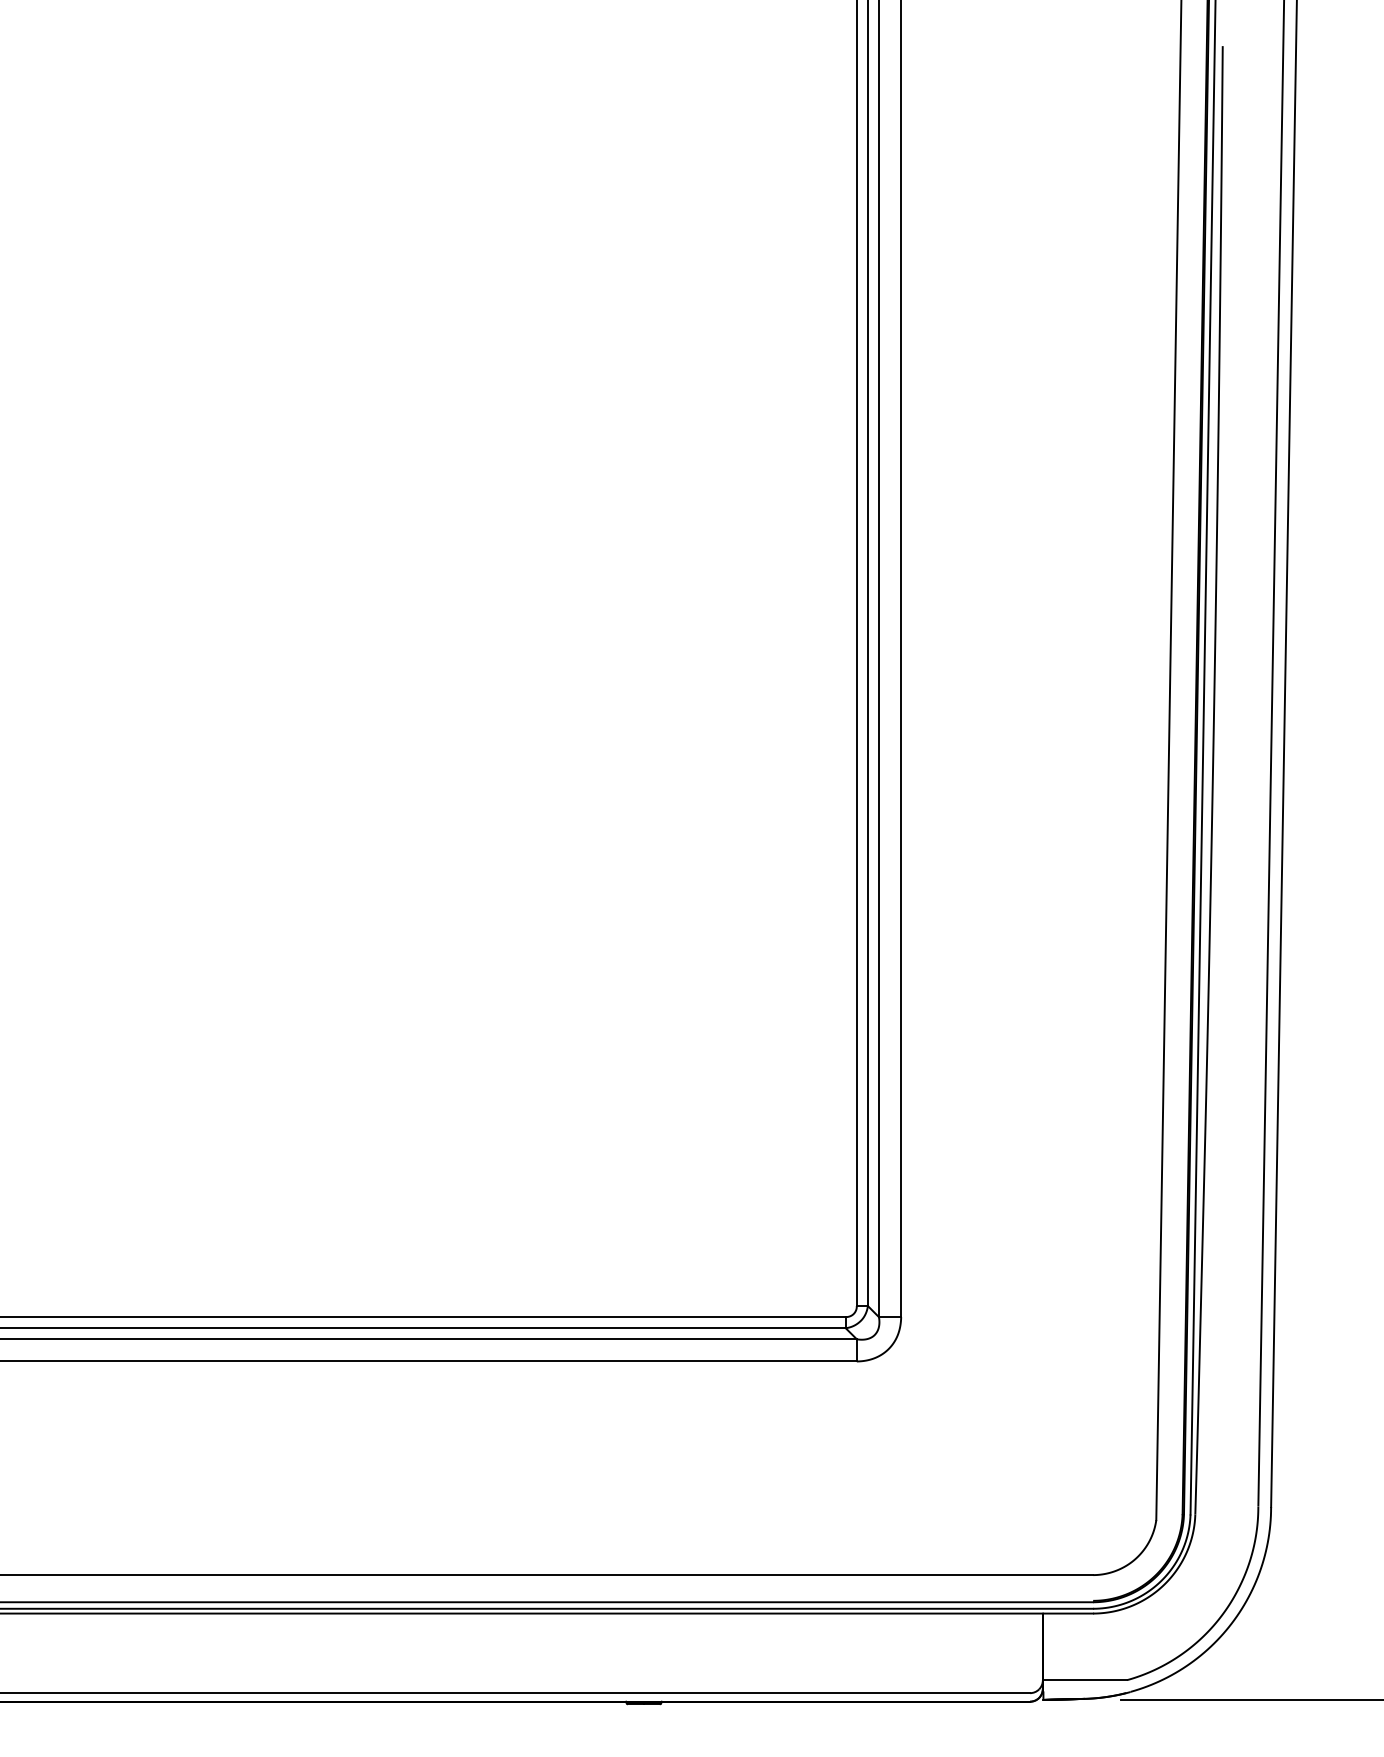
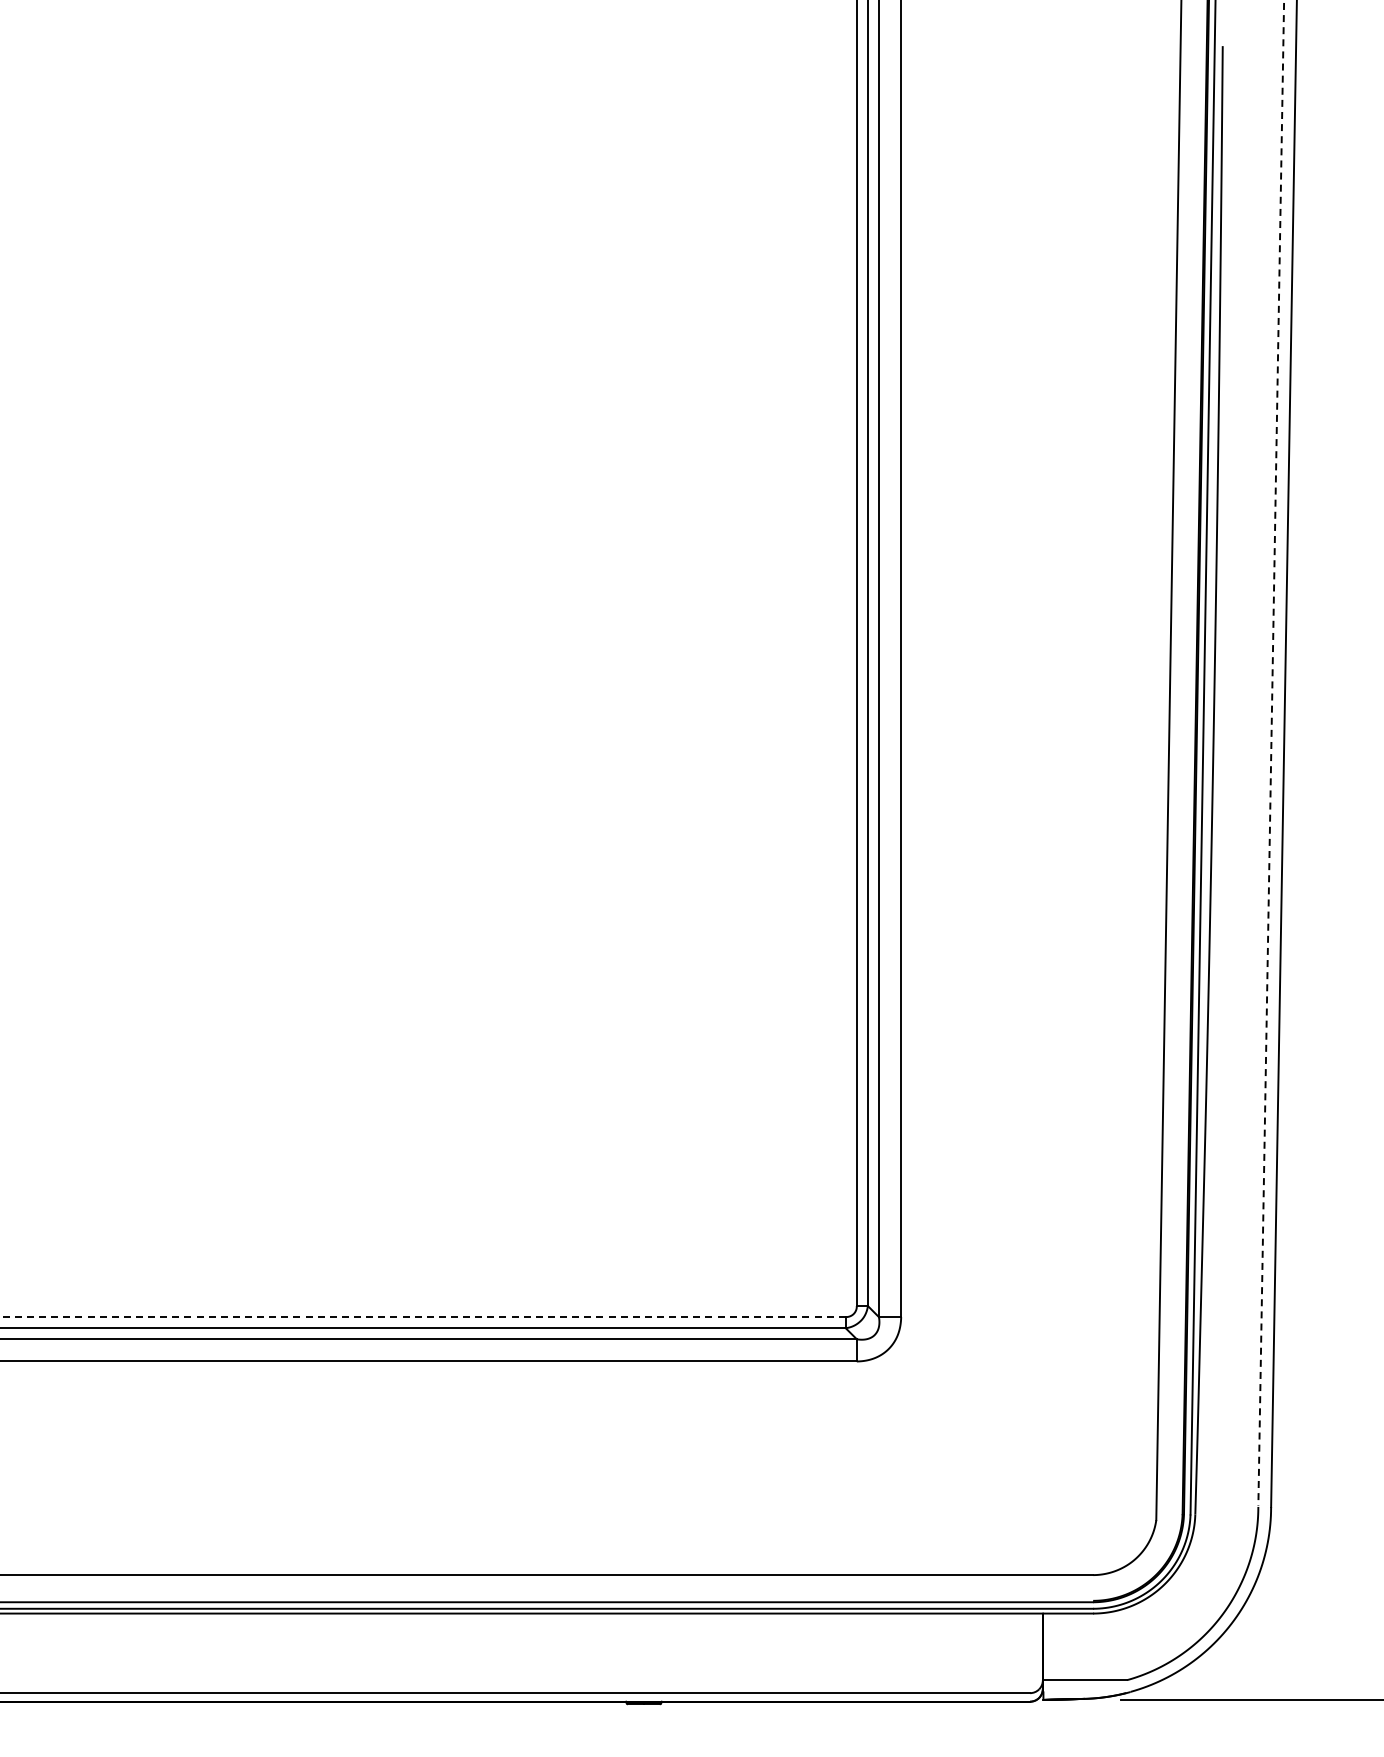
line at (1271, 752): solid -> dashed
line at (423, 1317): solid -> dashed
